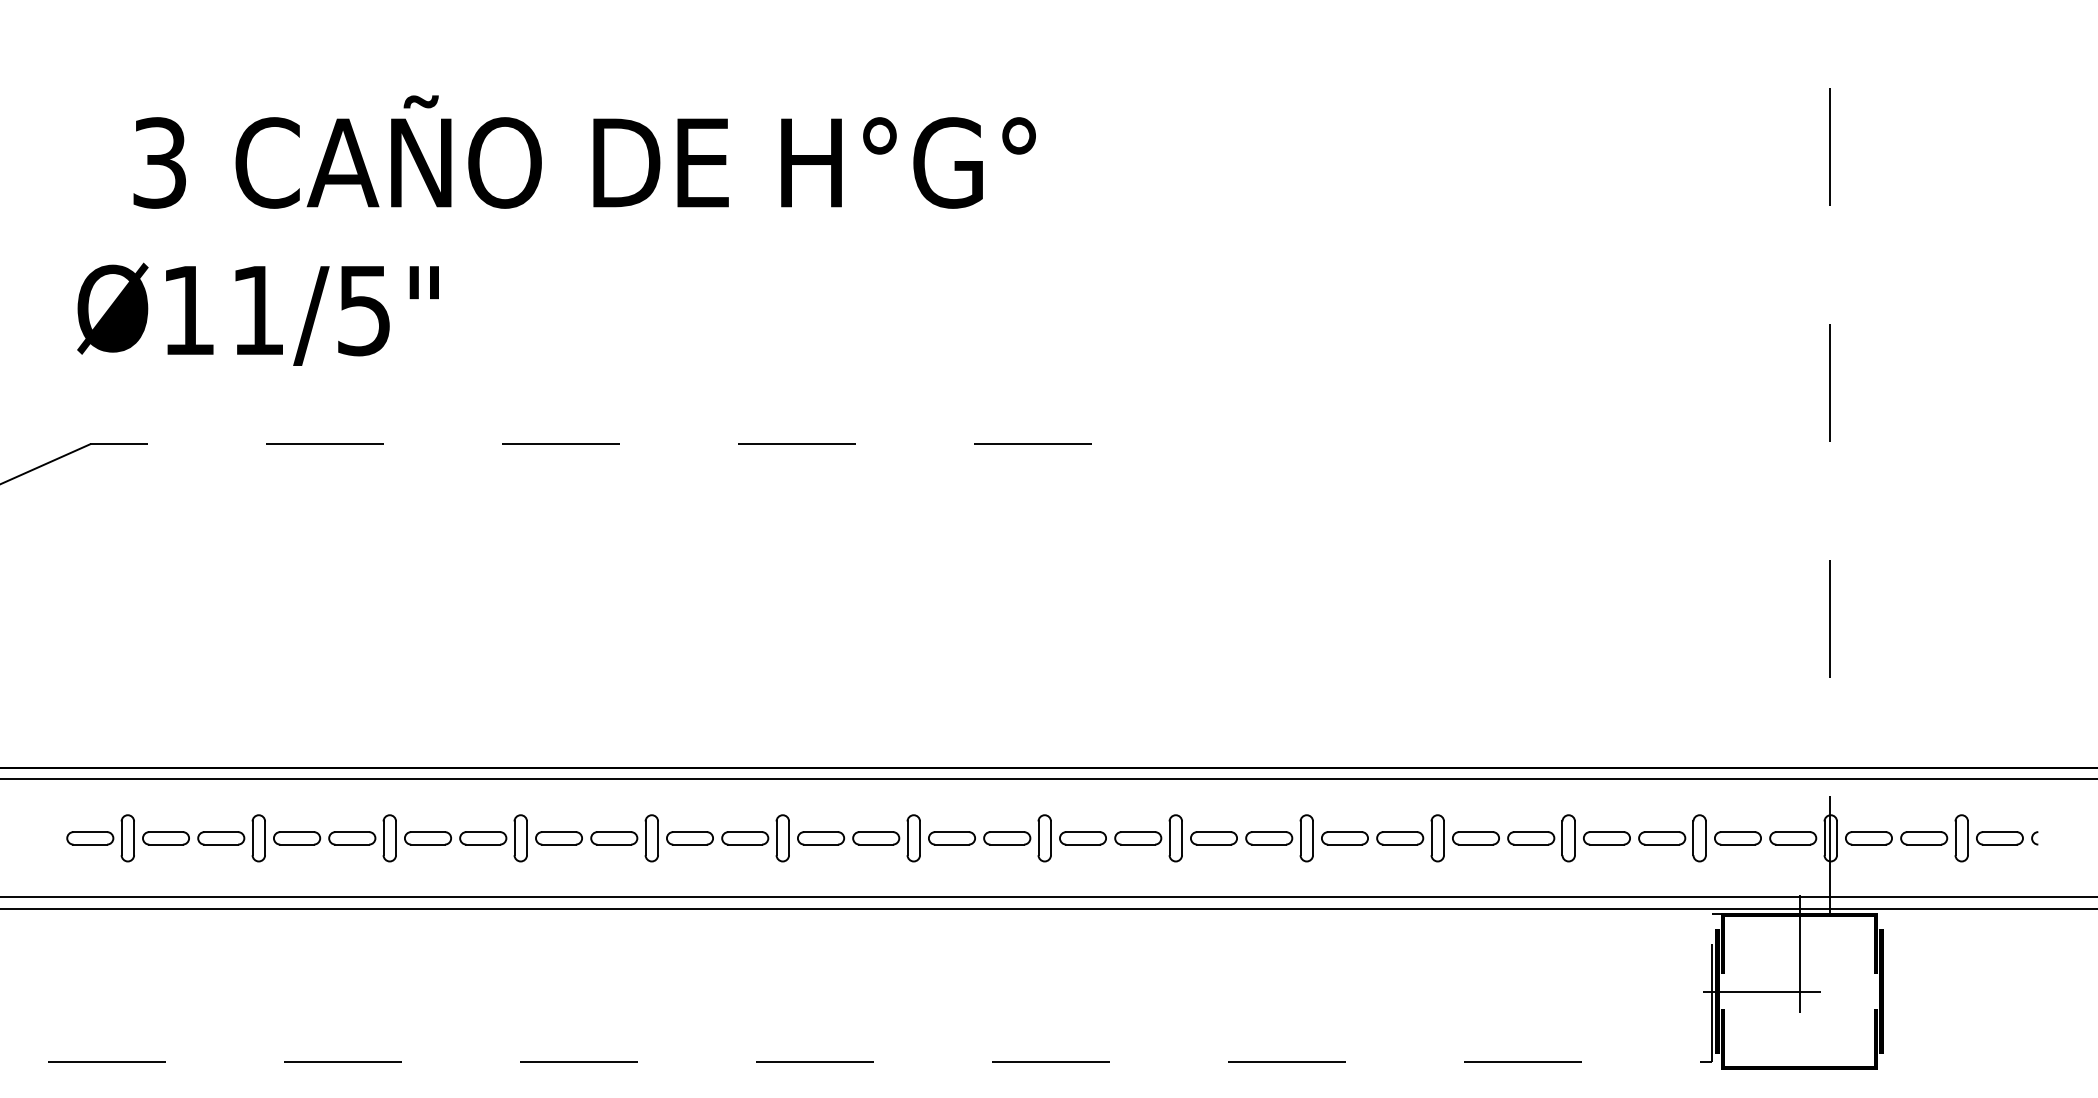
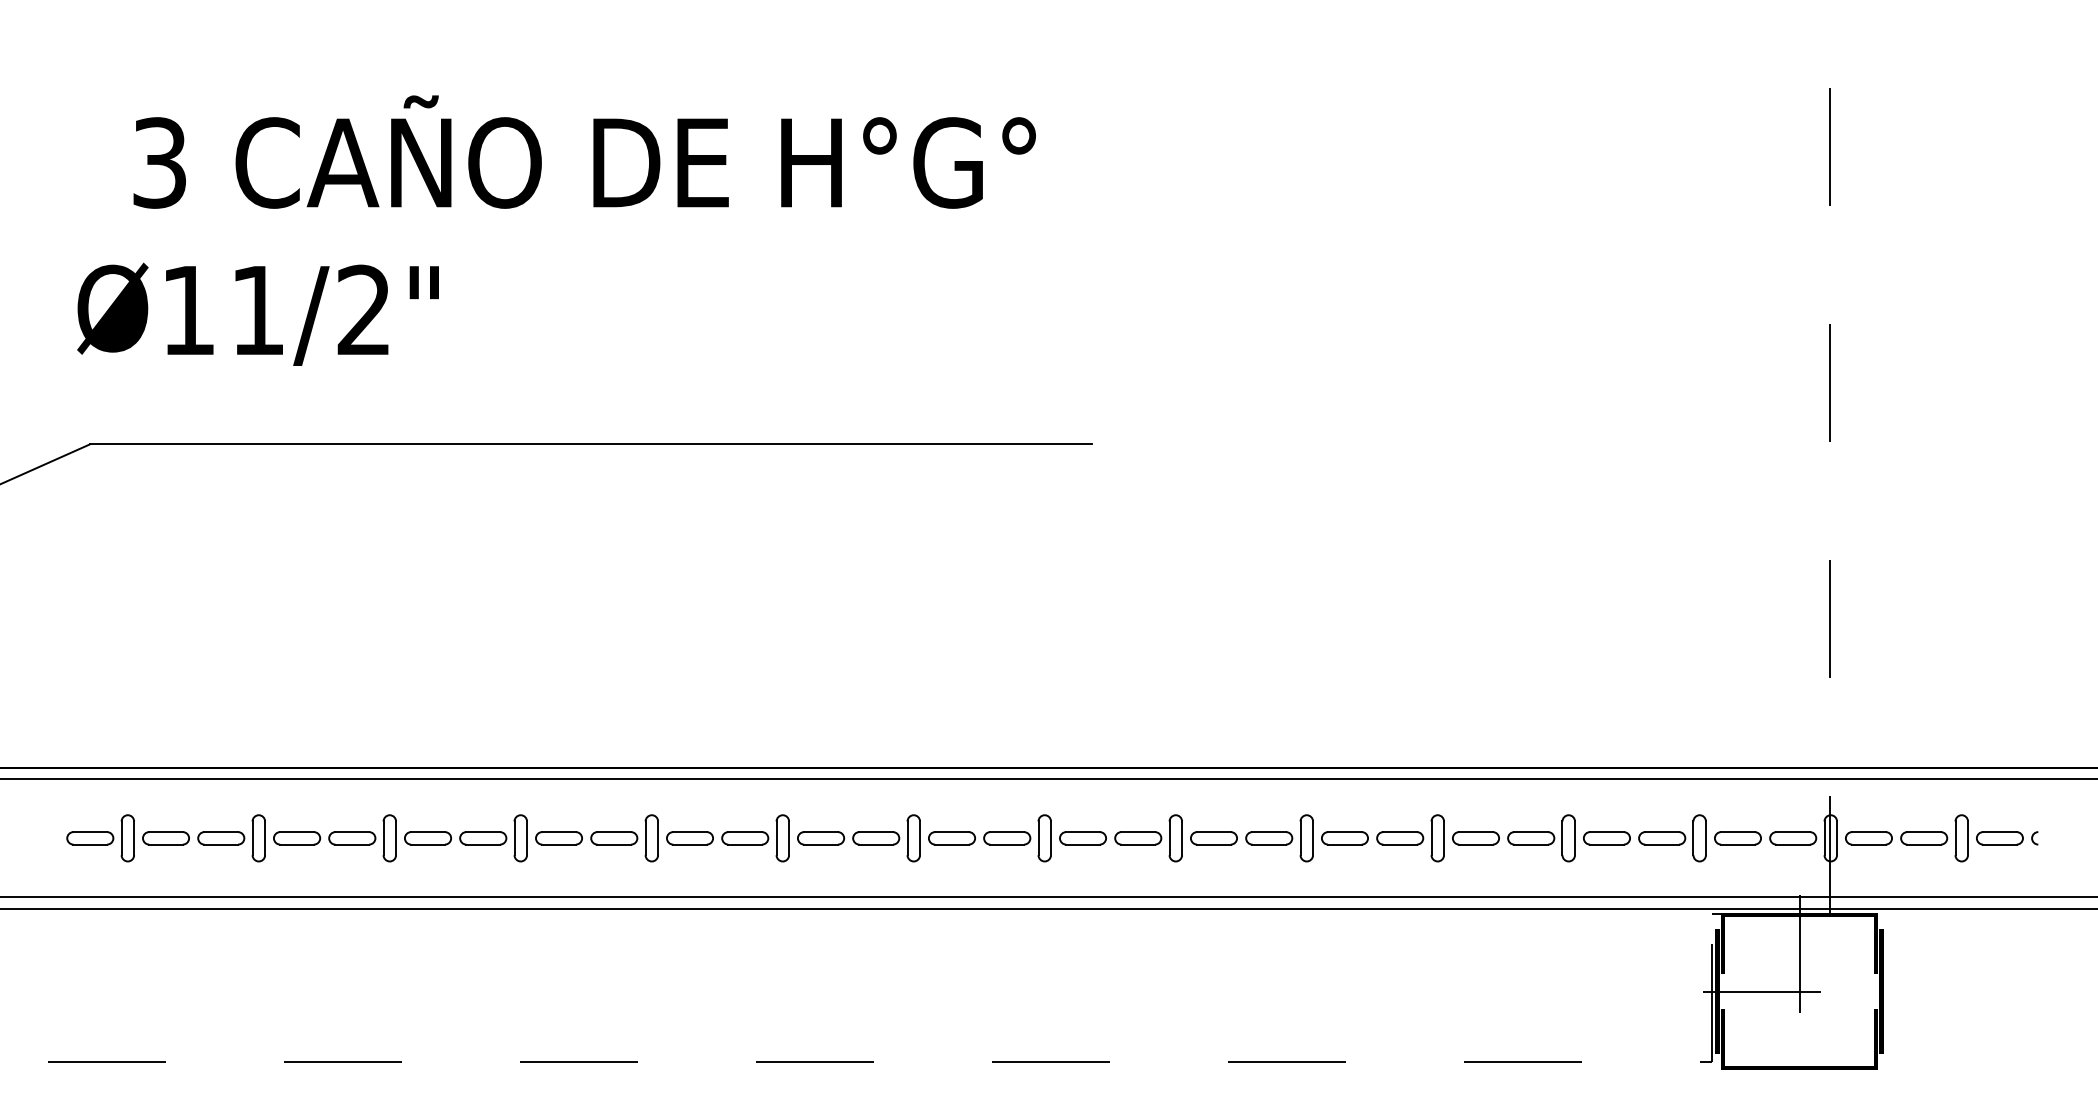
text at (363, 310): 11/5" -> 11/2"
line at (591, 444): dashed -> solid
